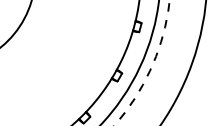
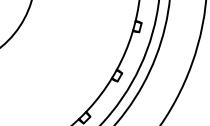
arc at (151, 68): dashed -> solid
